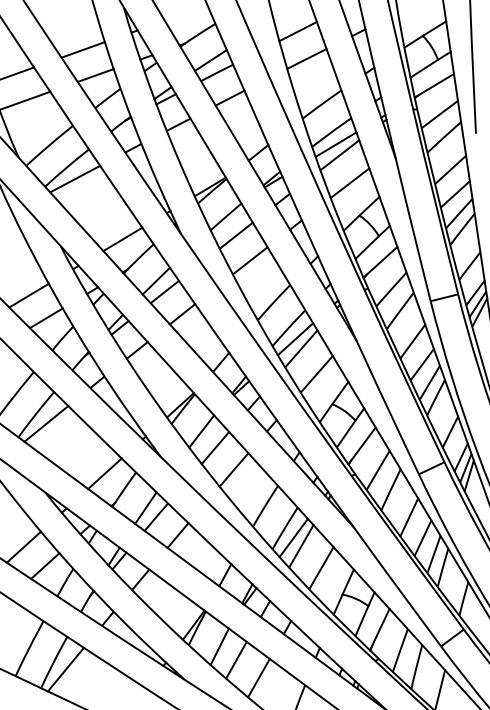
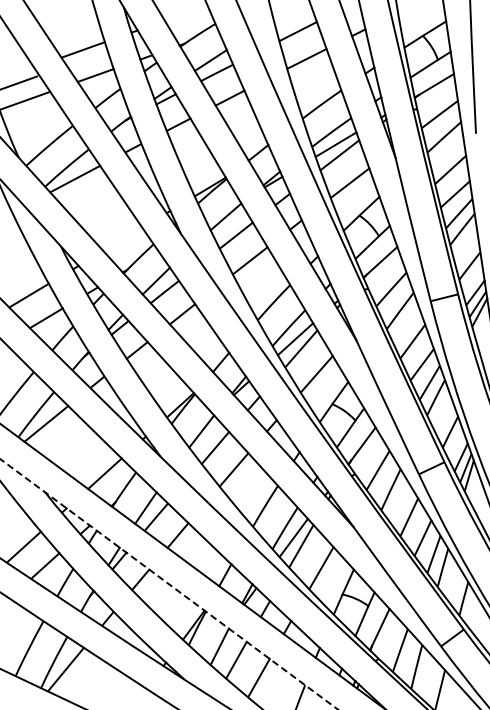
line at (18, 72) position: (18, 72) -> (19, 82)
line at (122, 239): present -> none
line at (169, 584): solid -> dashed
